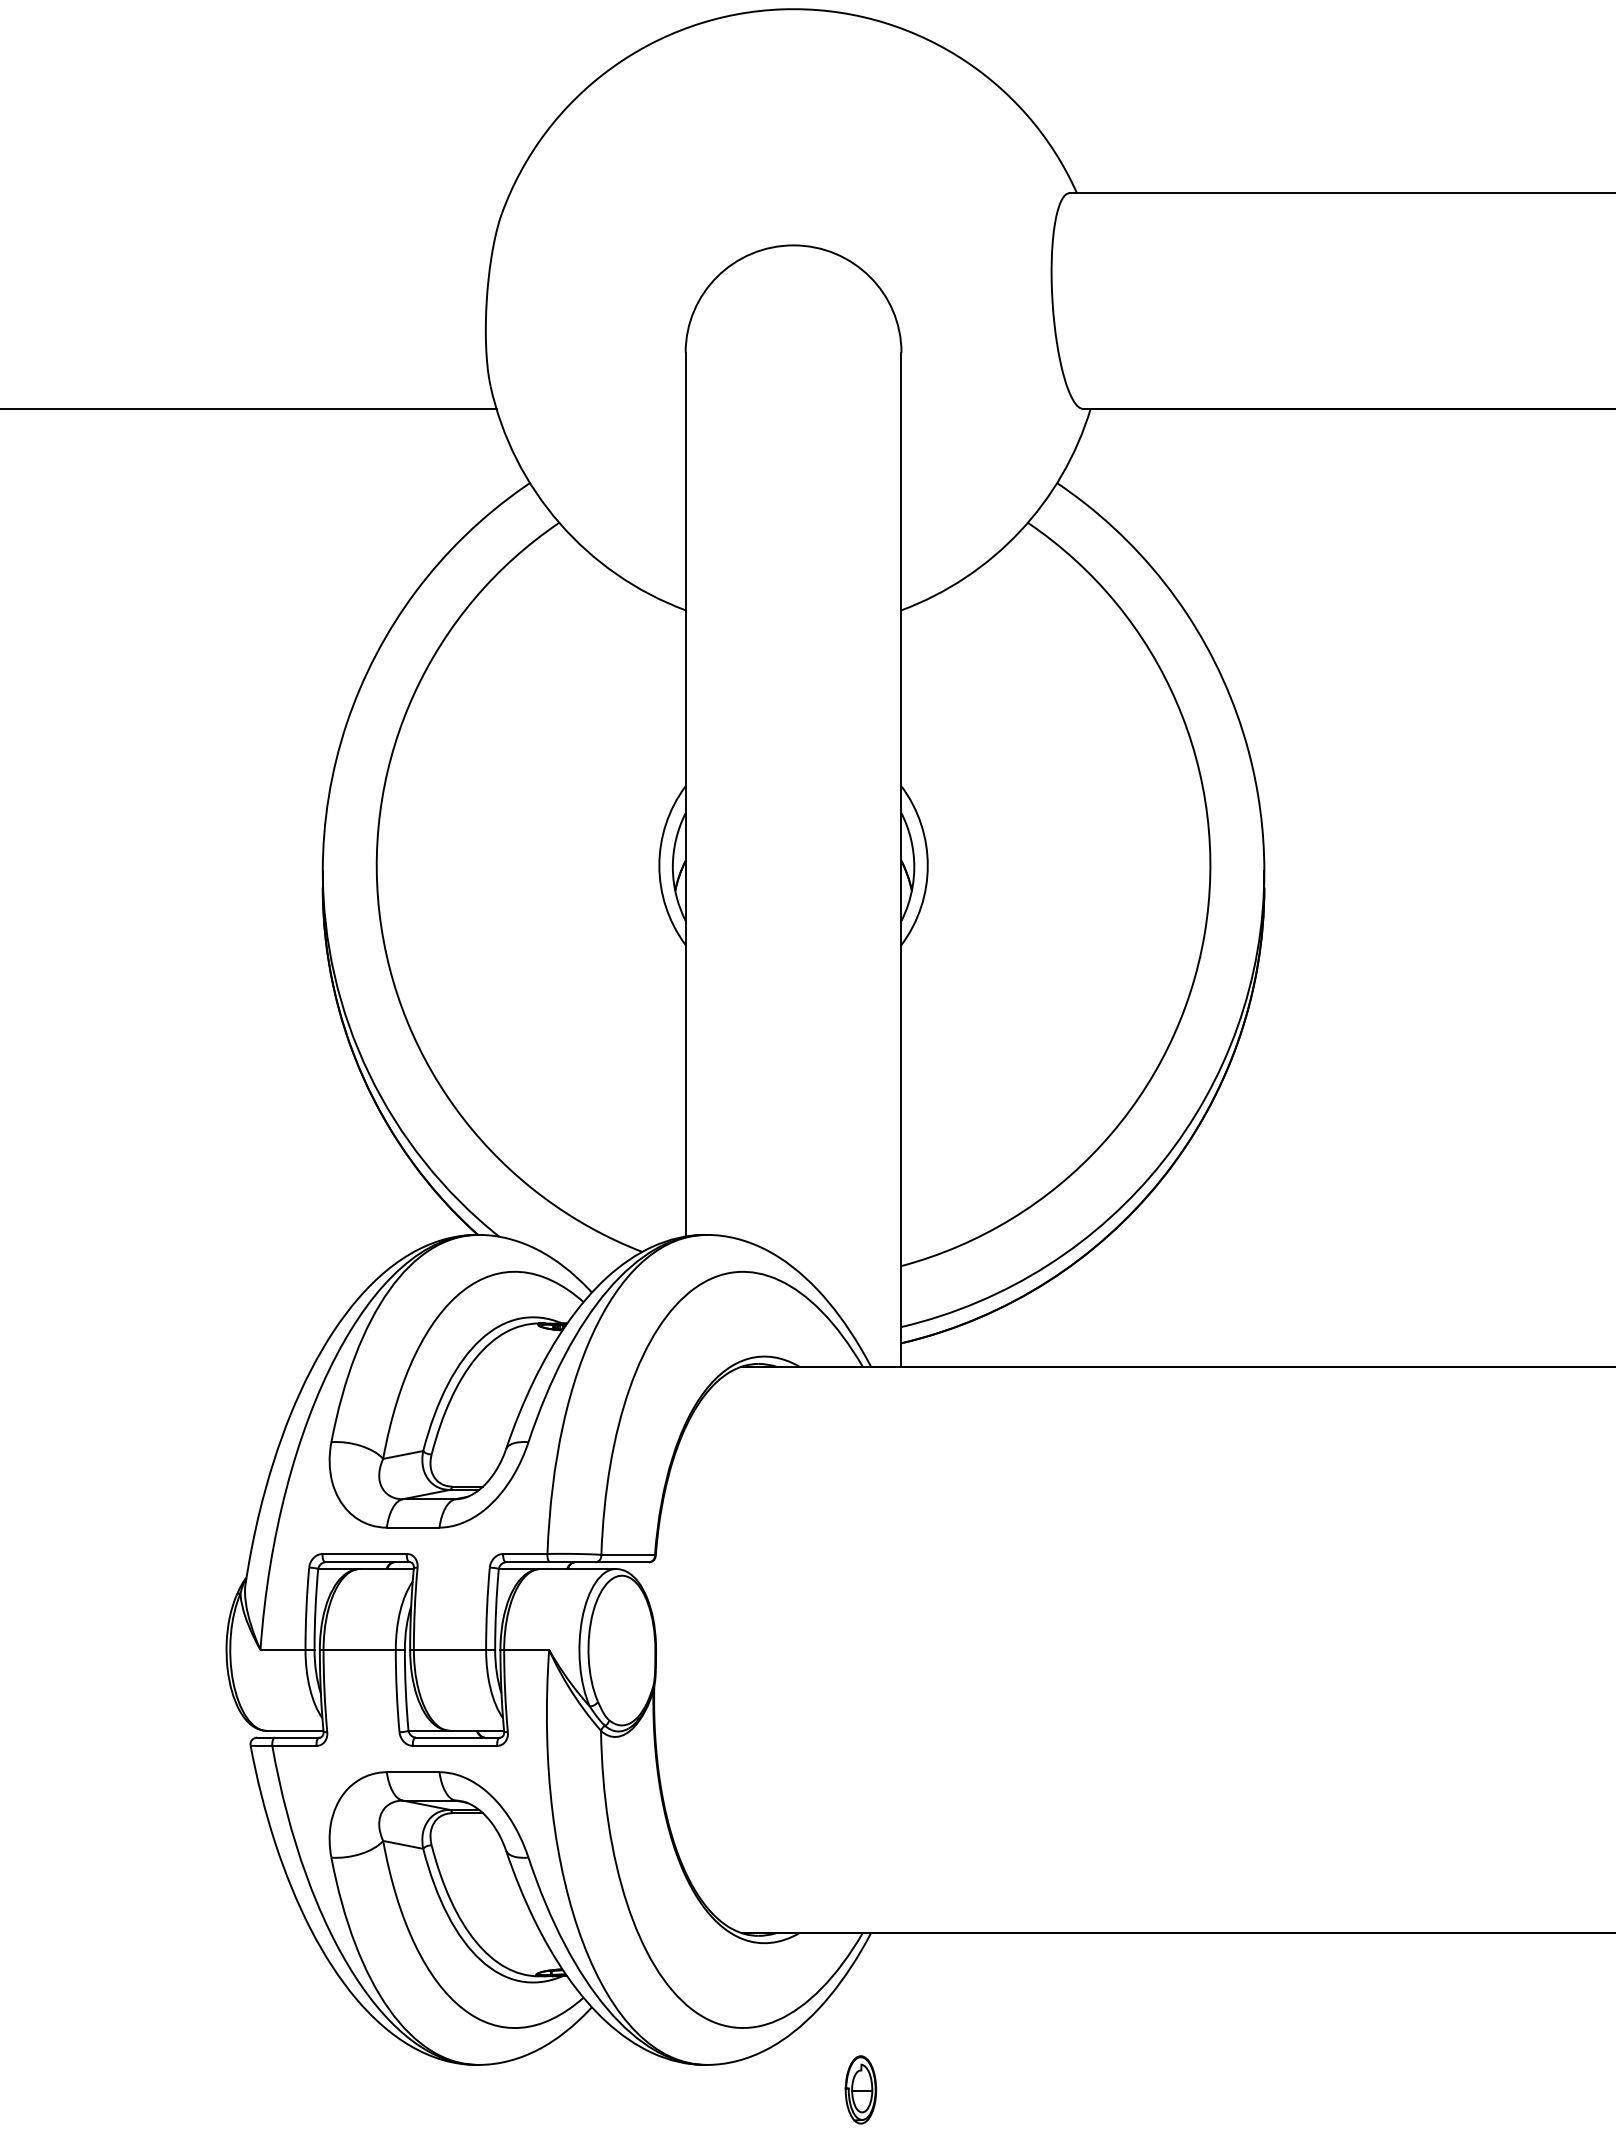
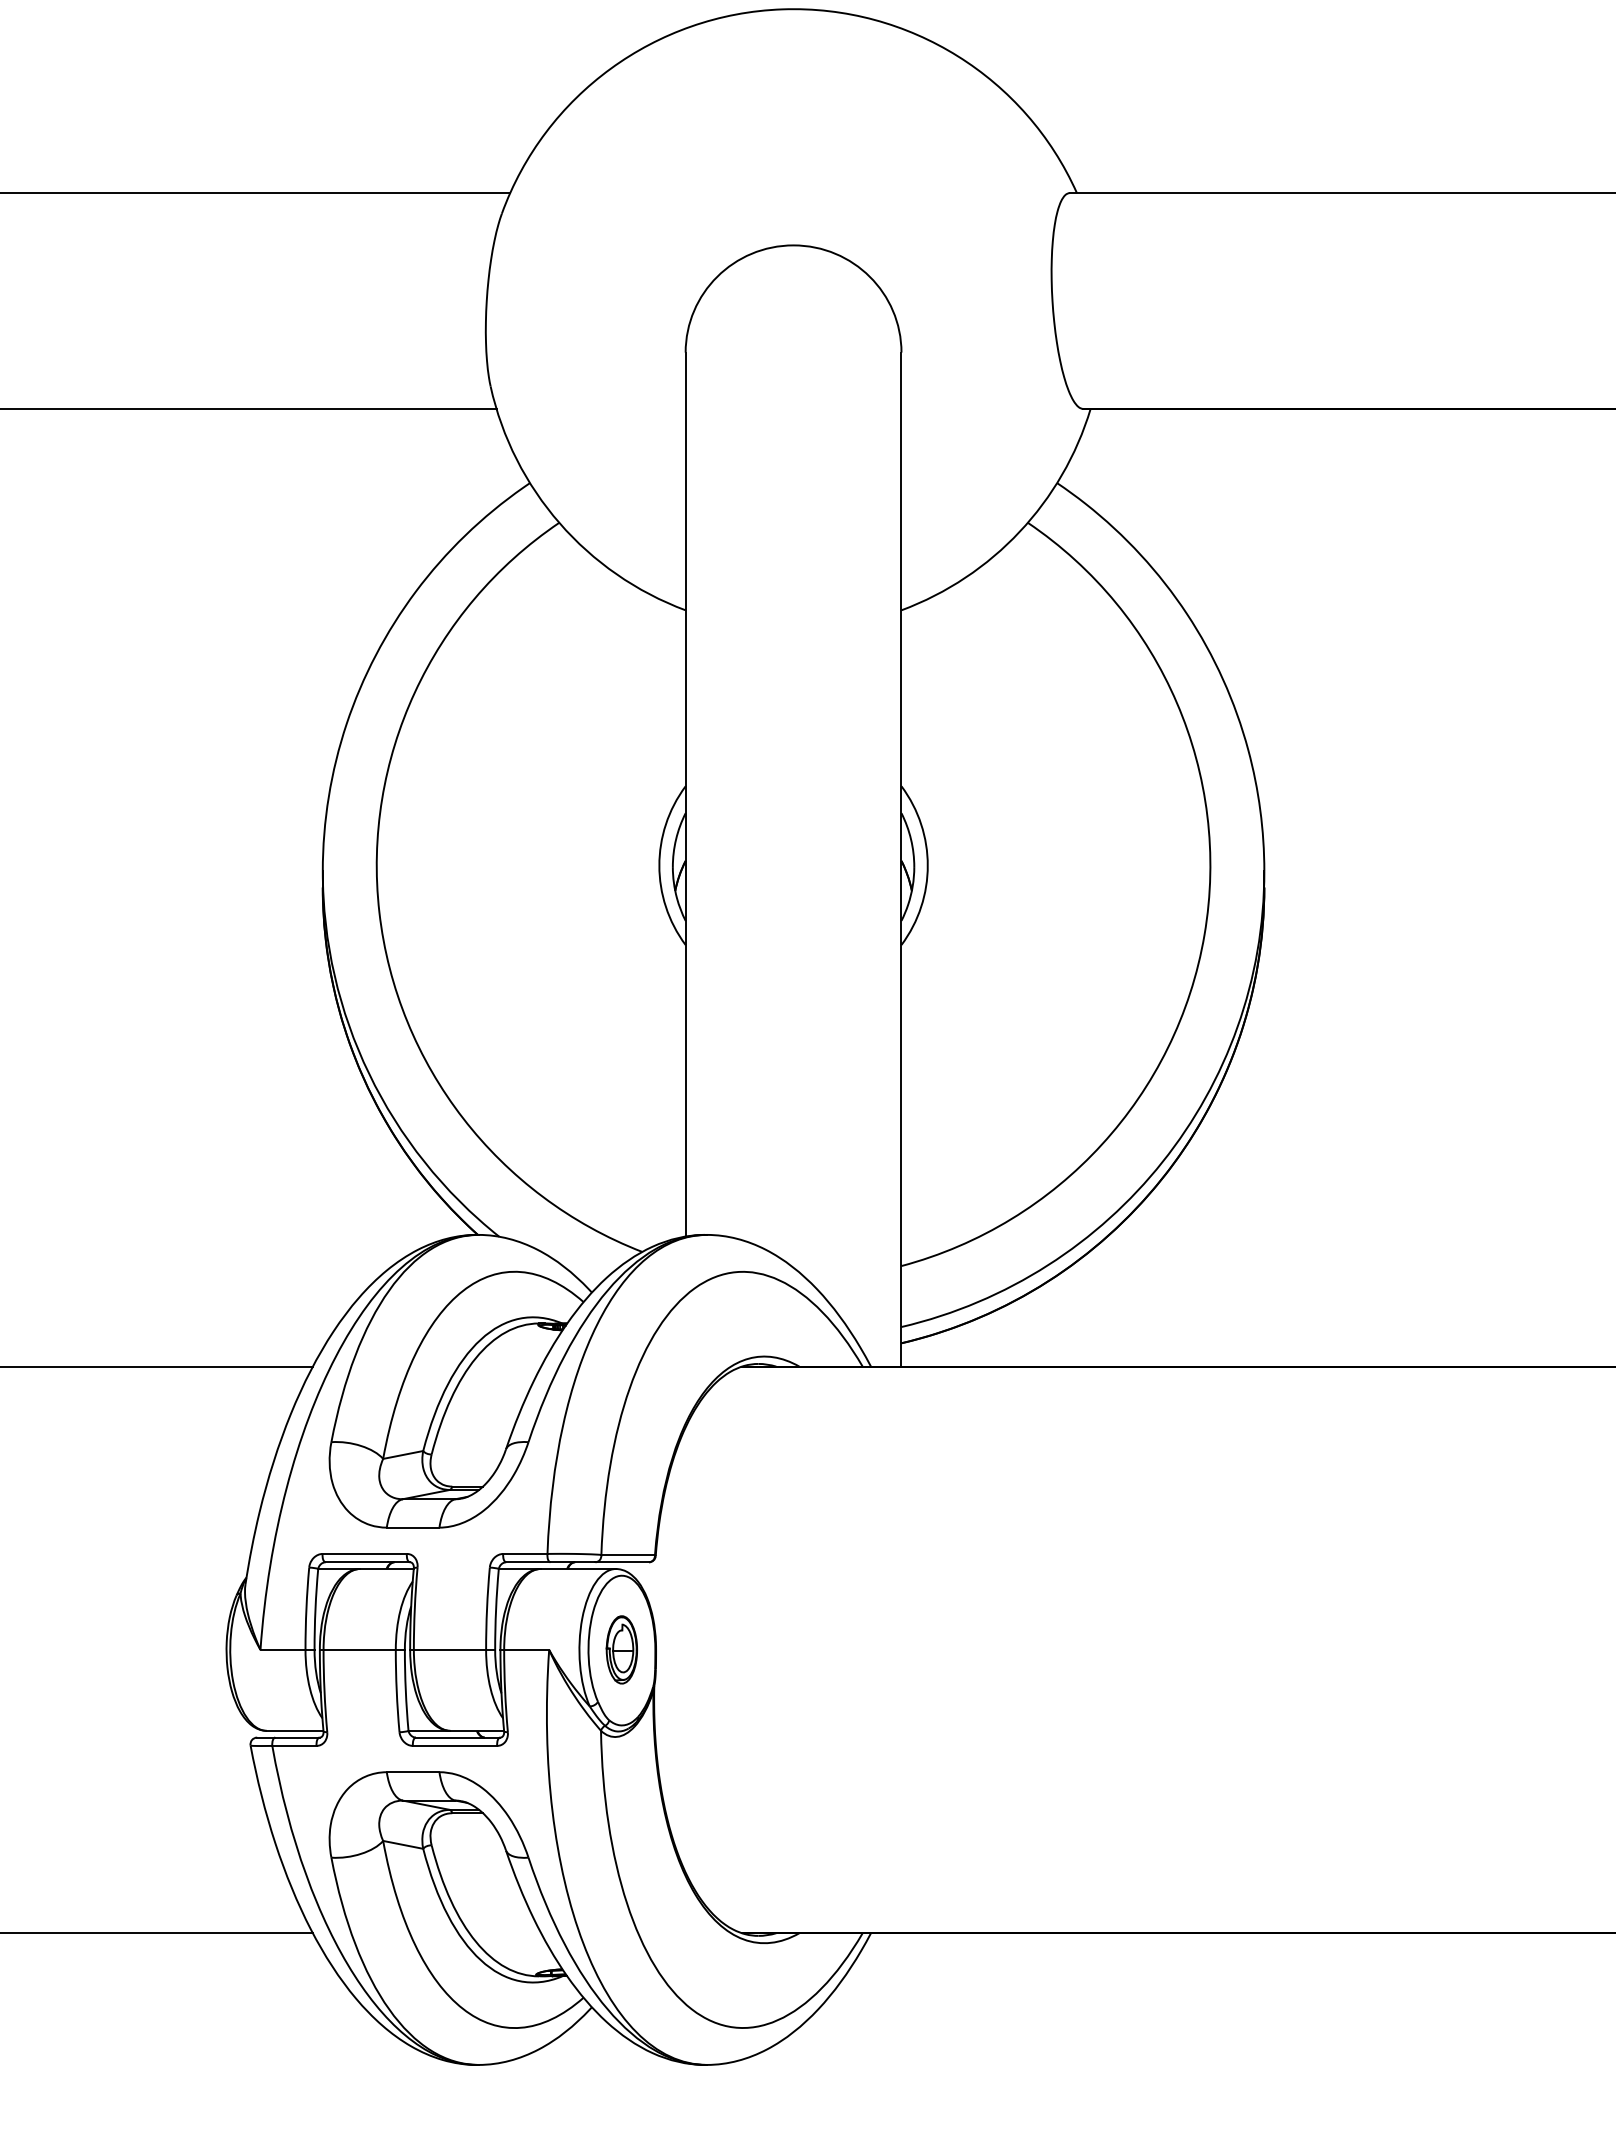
line at (256, 193): none -> present
line at (157, 1366): none -> present
line at (157, 1933): none -> present
part at (860, 2089) position: (860, 2089) -> (621, 1649)
